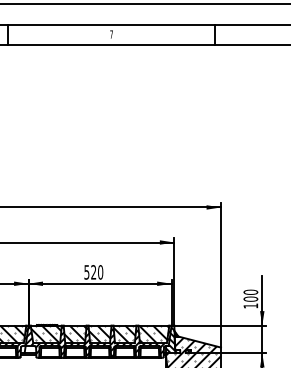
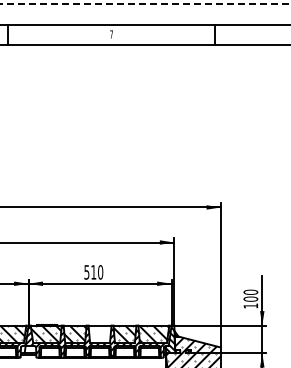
line at (145, 4): solid -> dashed
text at (93, 272): 520 -> 510
hatch at (100, 334): present -> none
